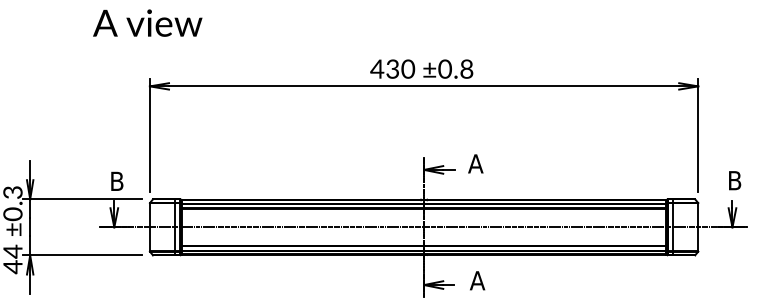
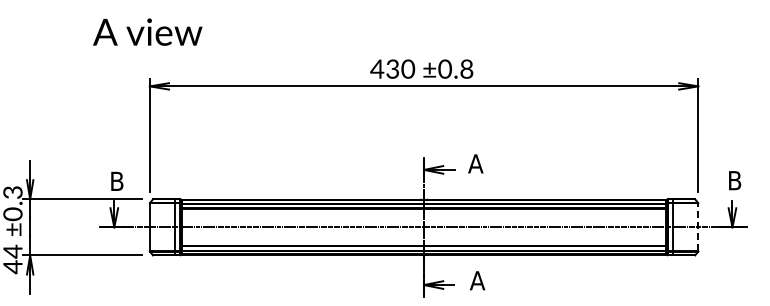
text at (147, 22) position: (147, 22) -> (147, 31)
line at (698, 226): solid -> dashed
